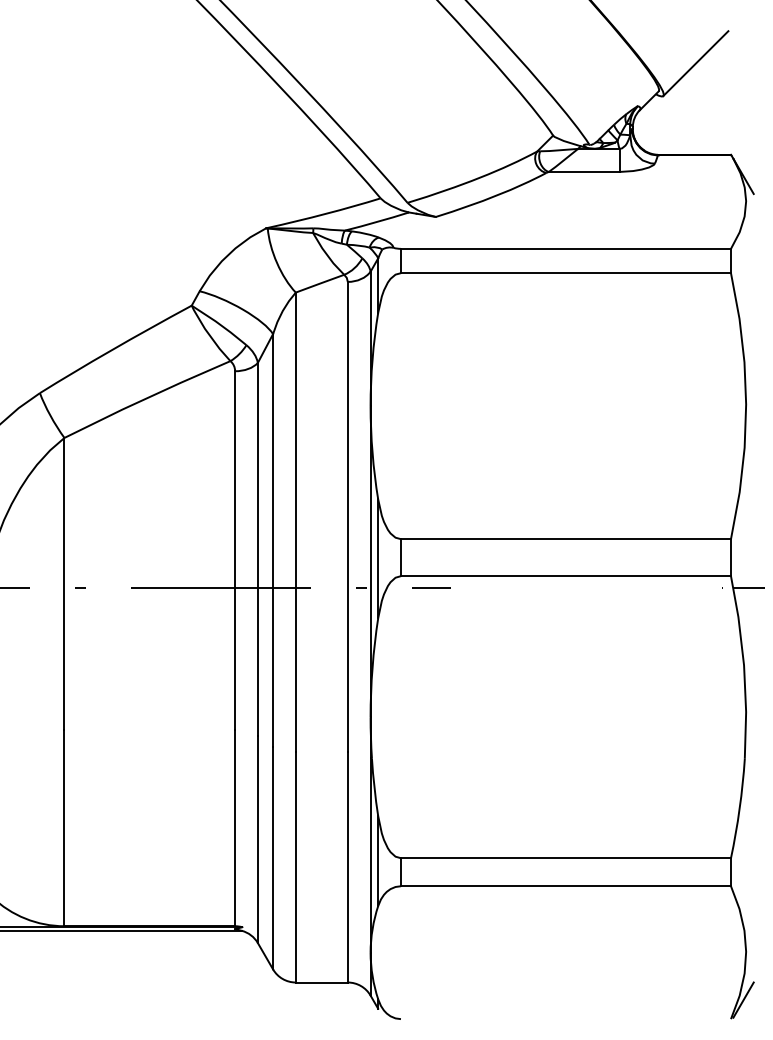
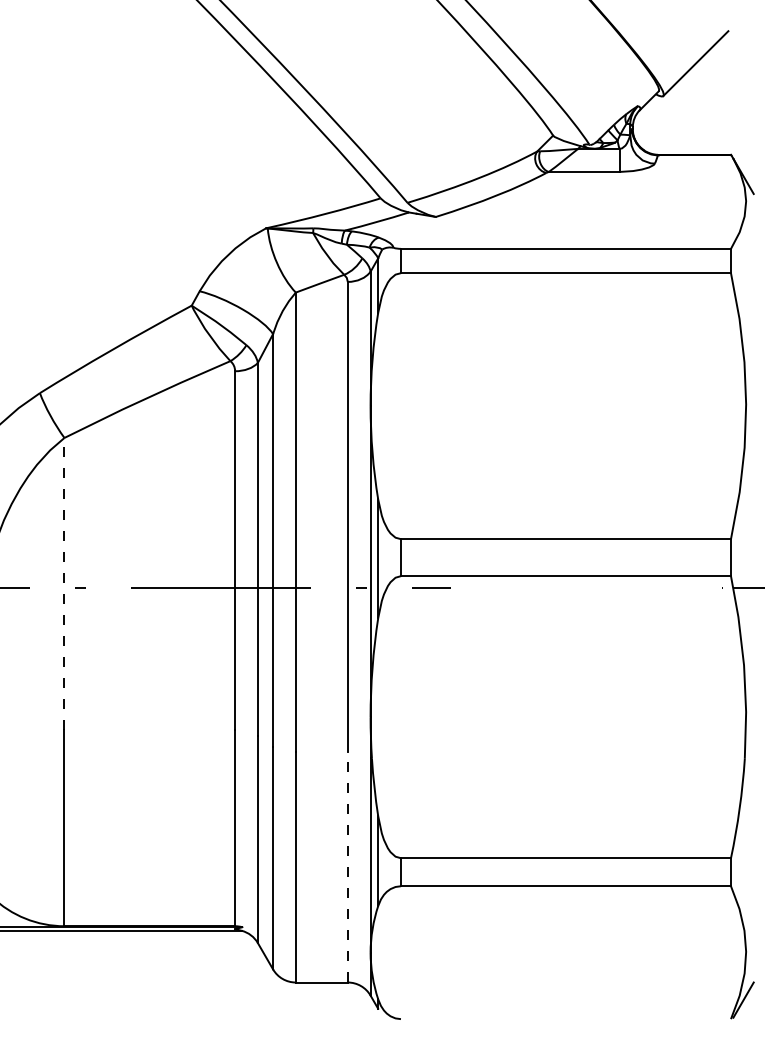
line at (64, 583): solid -> dashed
line at (347, 866): solid -> dashed
